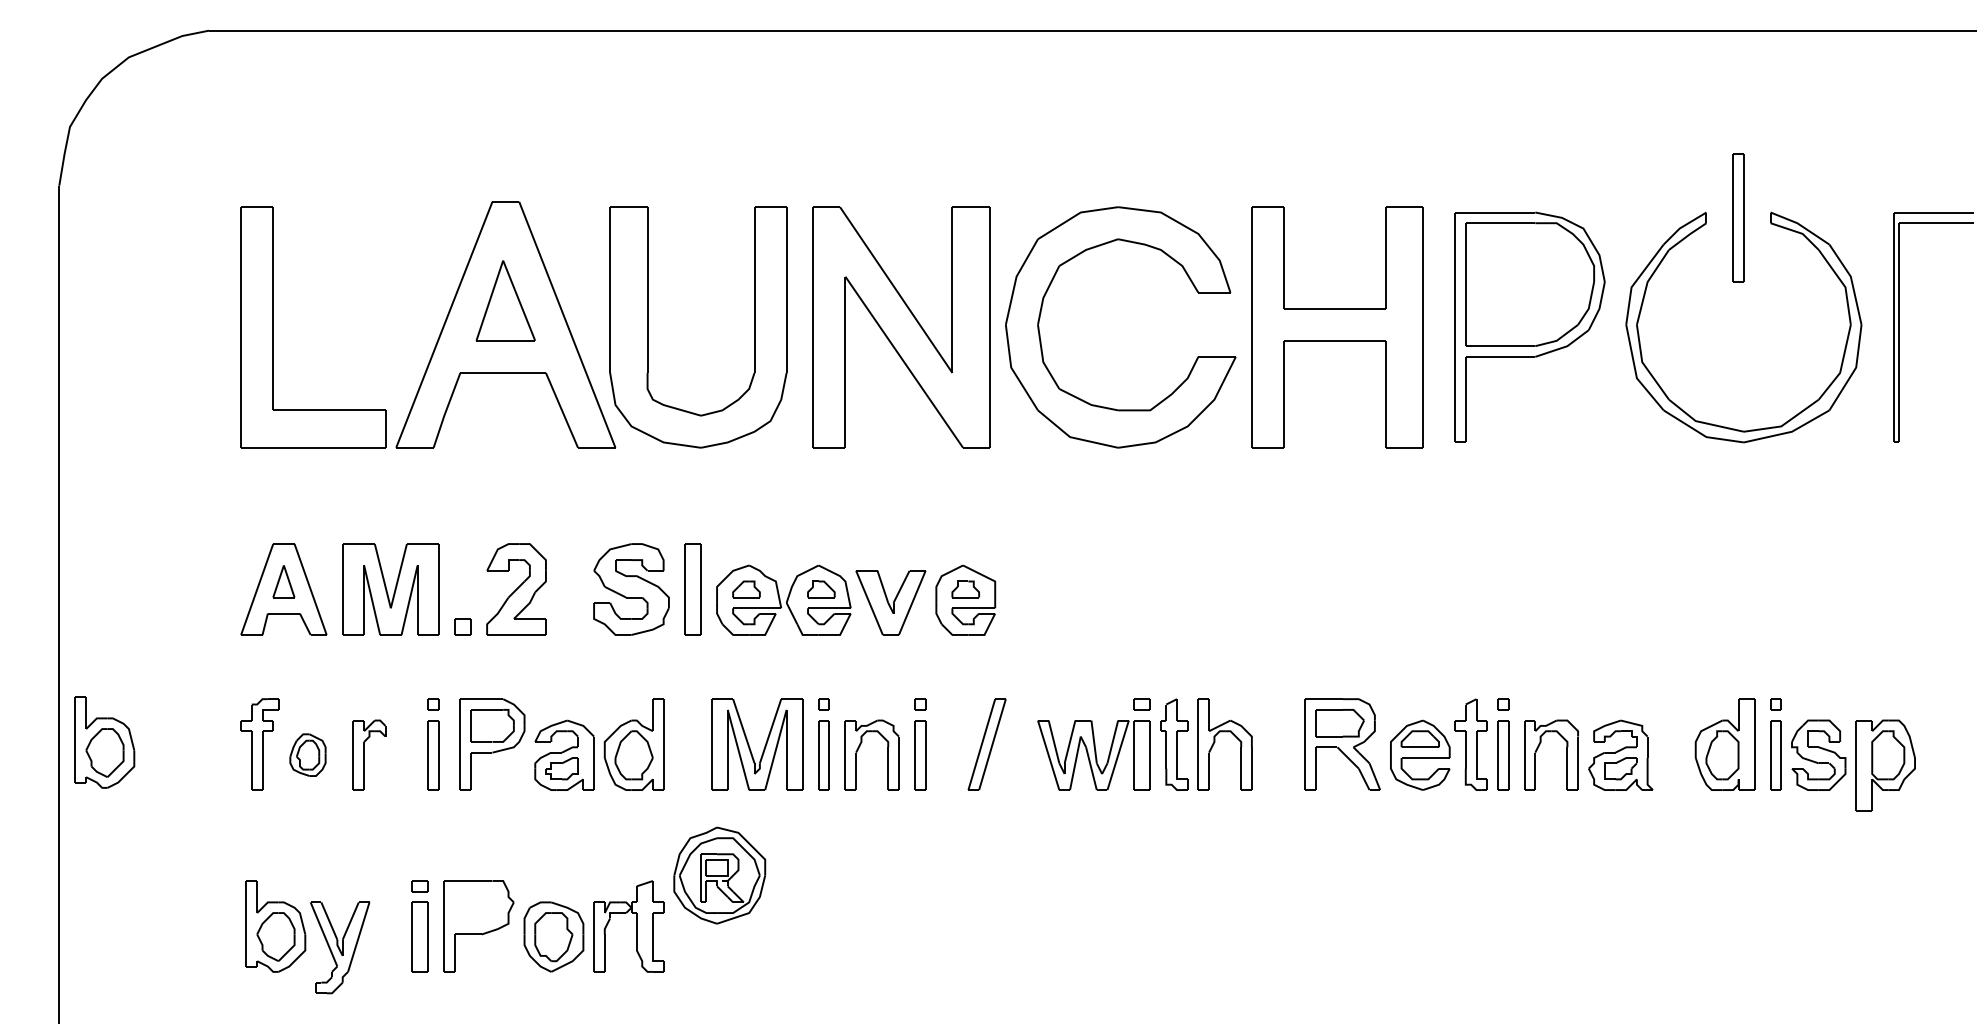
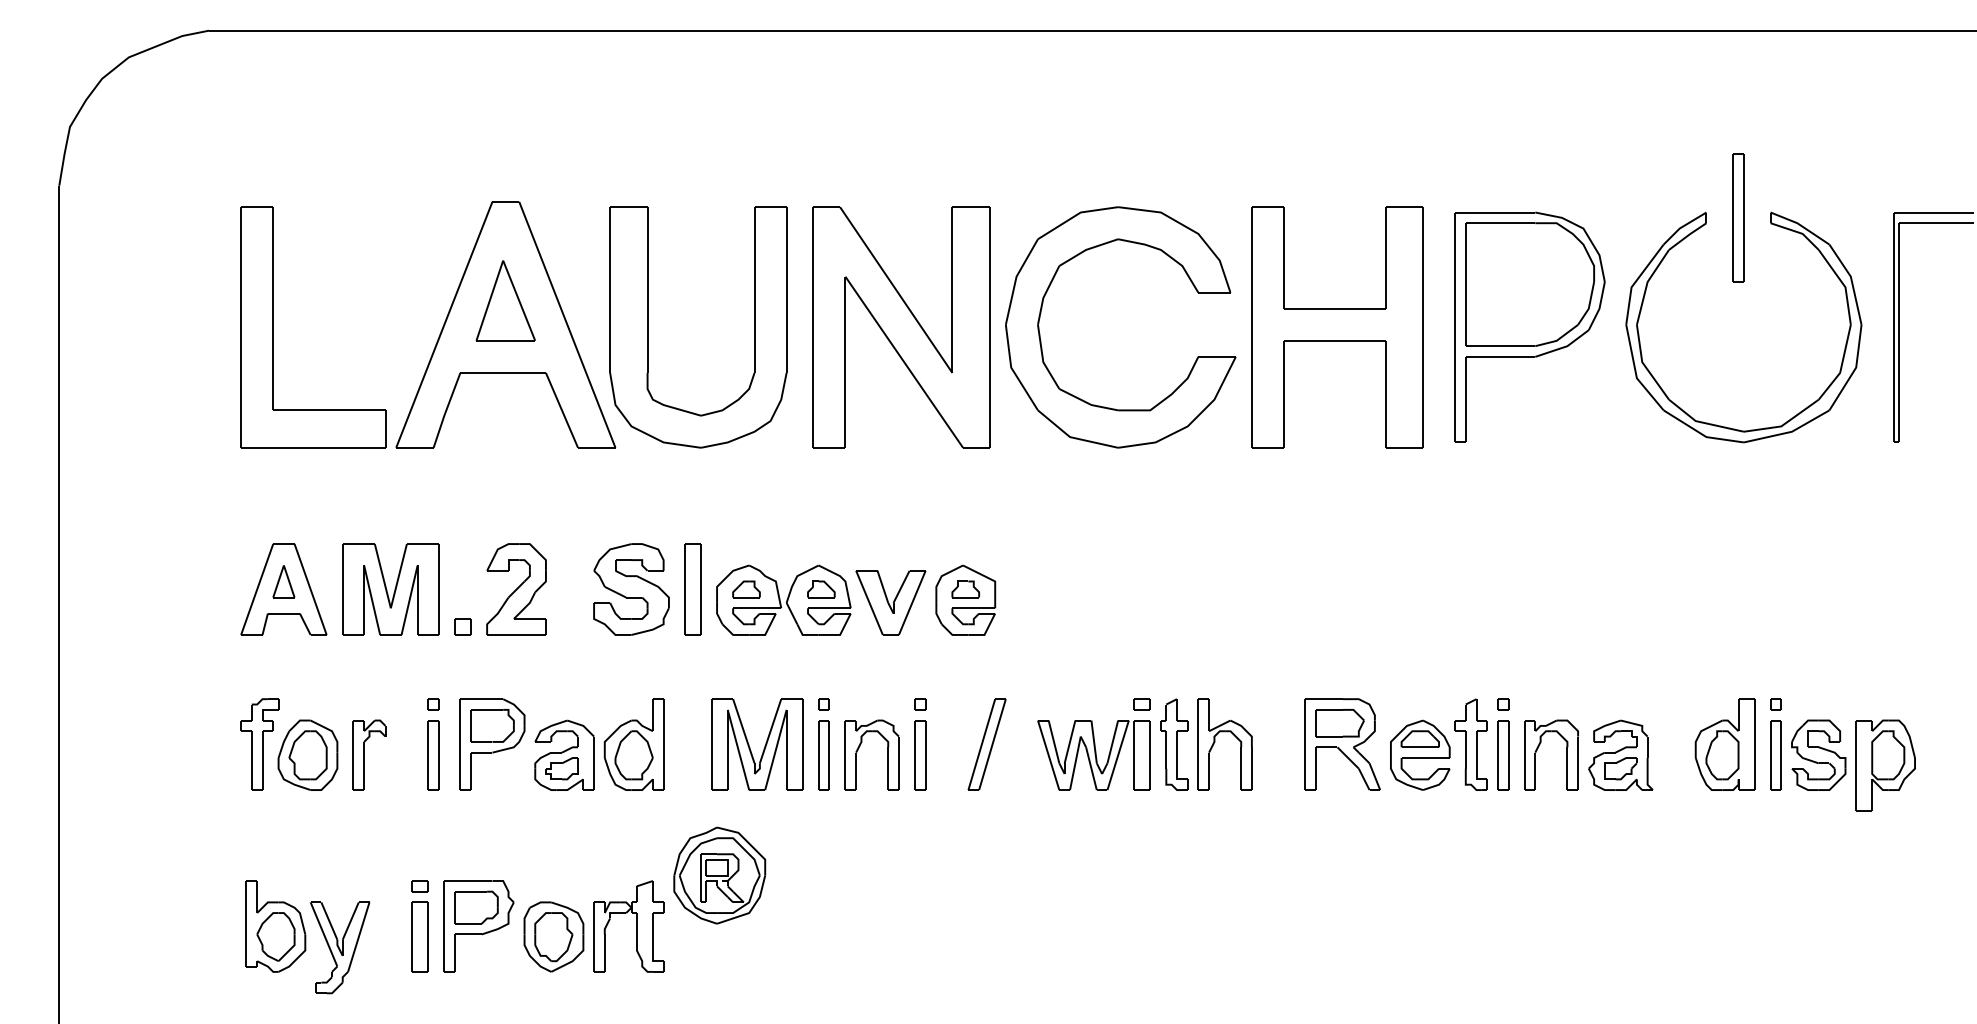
part at (104, 742): present -> none
part at (307, 754) size: 38x44 px -> 62x72 px
part at (476, 907): none -> present
